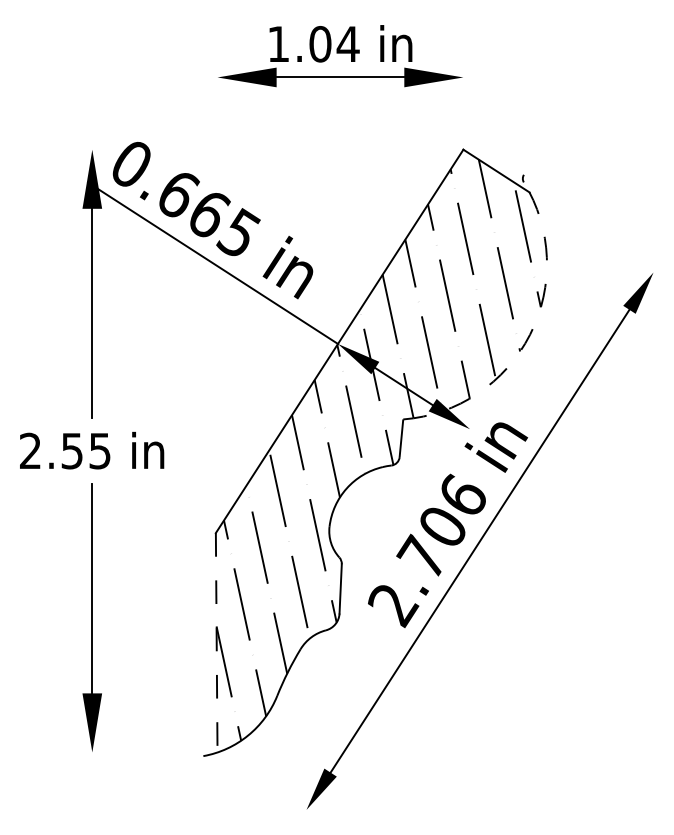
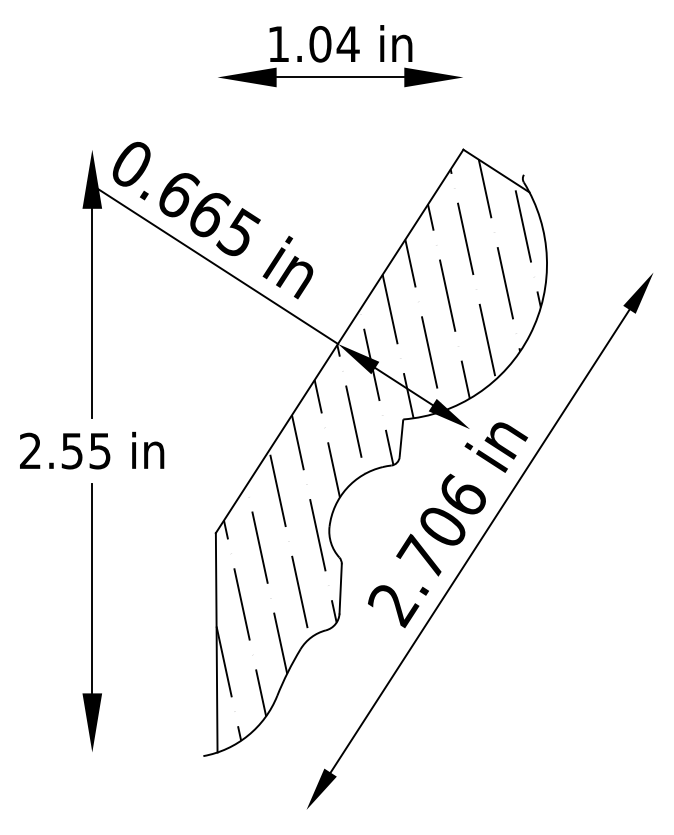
arc at (530, 334): dashed -> solid
line at (216, 642): dashed -> solid
